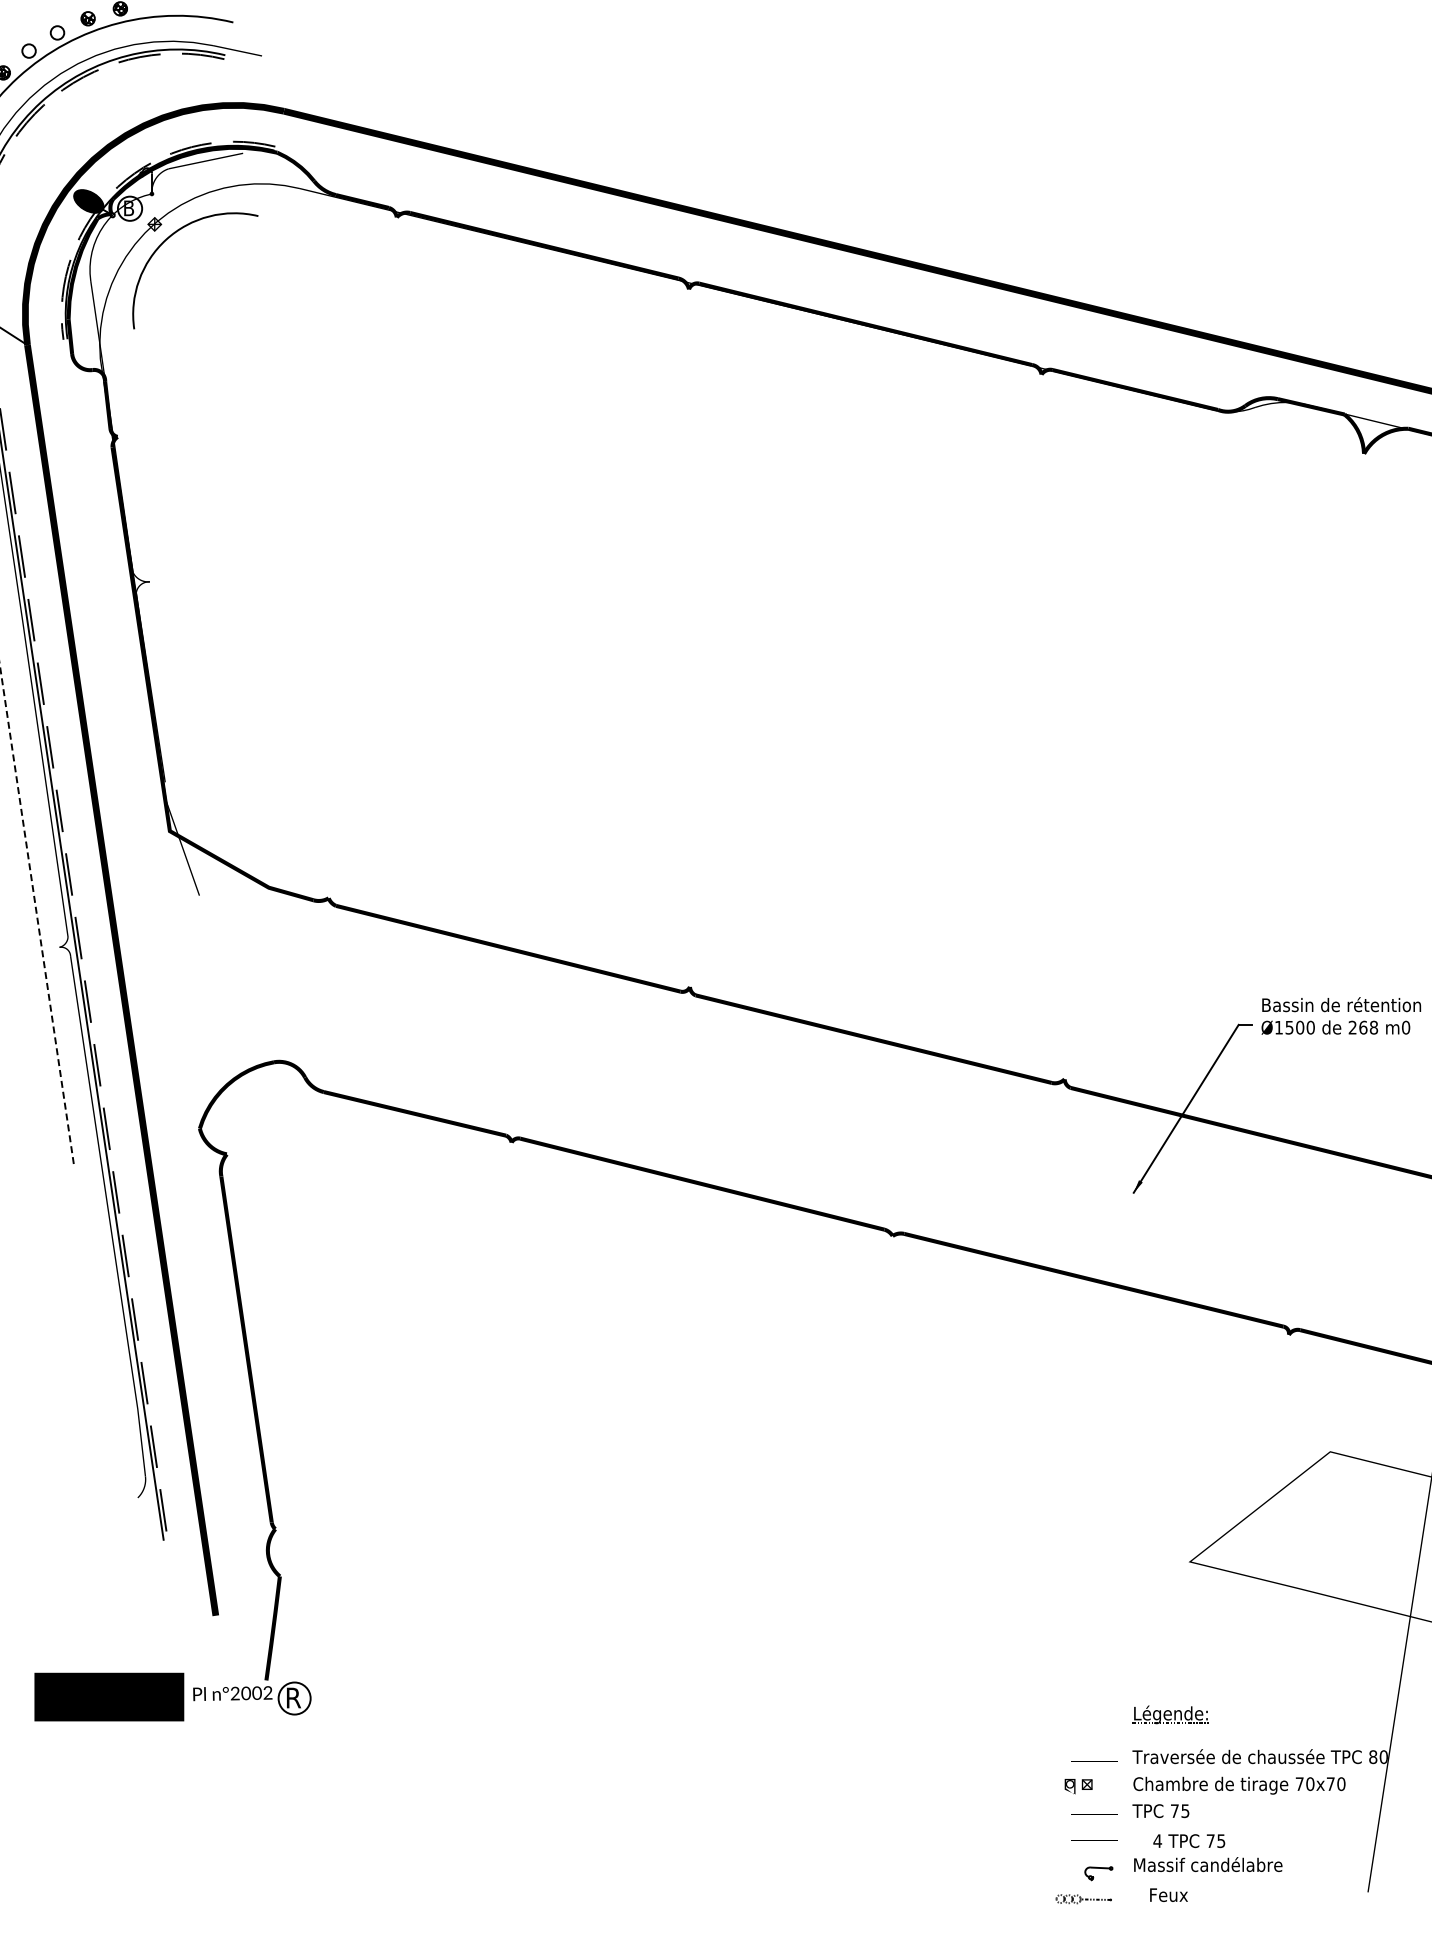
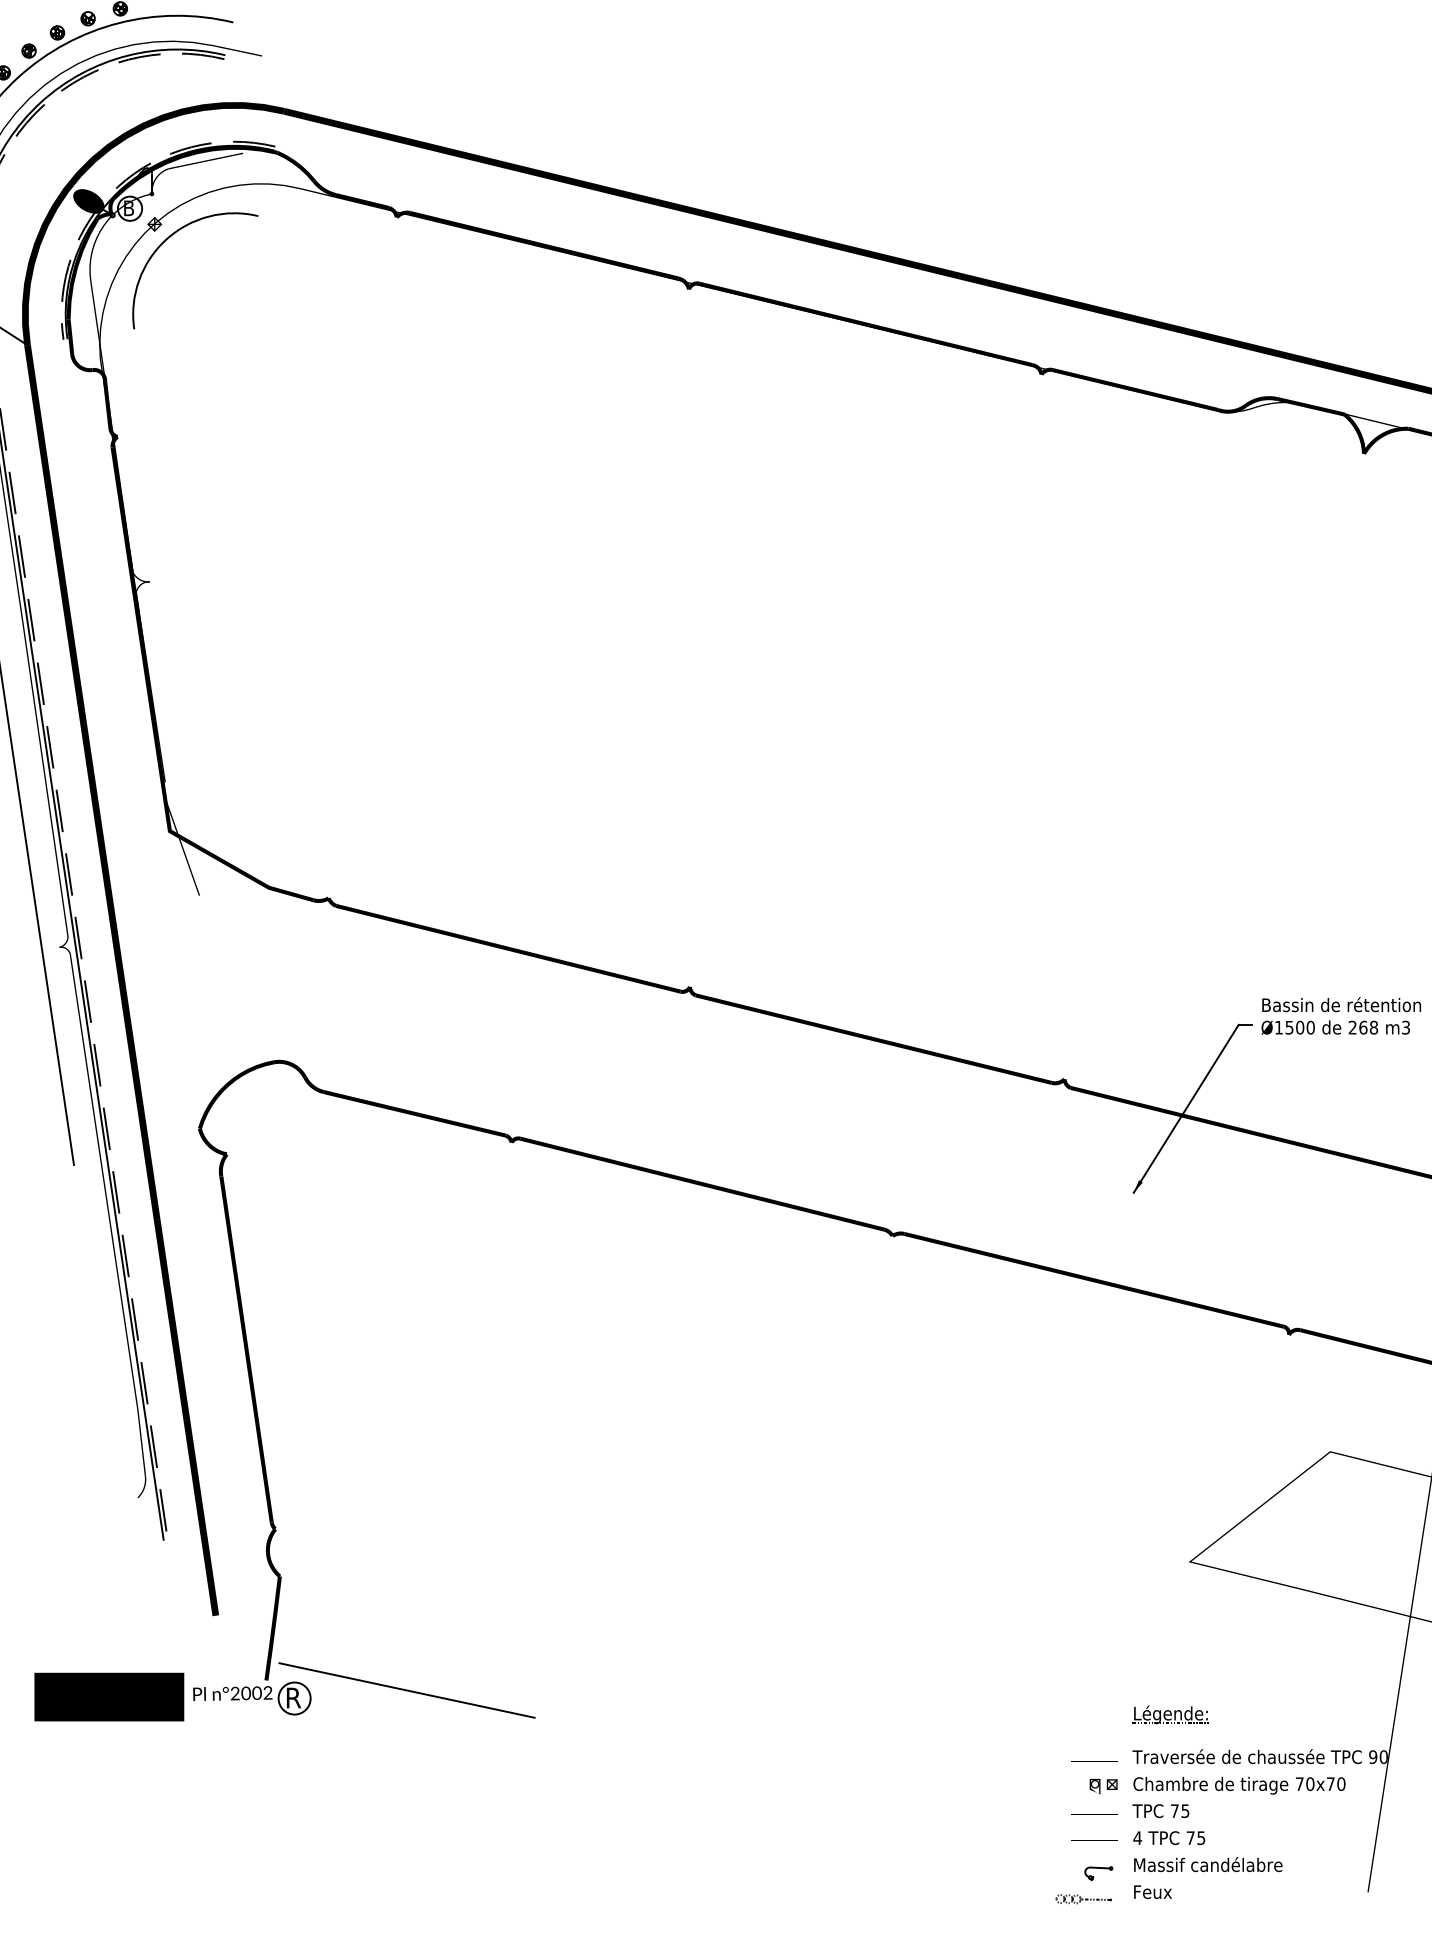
hatch at (57, 32): none -> present
hatch at (28, 50): none -> present
line at (37, 916): dashed -> solid
text at (1406, 1027): m0 -> m3
line at (406, 1690): none -> present
text at (1373, 1757): 80 -> 90
part at (1078, 1786) position: (1078, 1786) -> (1103, 1786)
text at (1189, 1841) position: (1189, 1841) -> (1169, 1838)
text at (1168, 1894) position: (1168, 1894) -> (1152, 1891)
